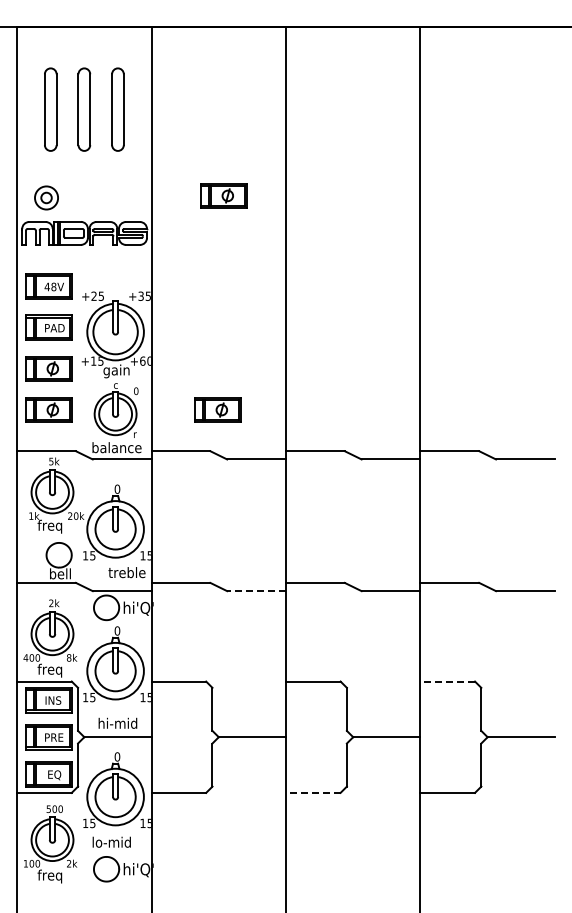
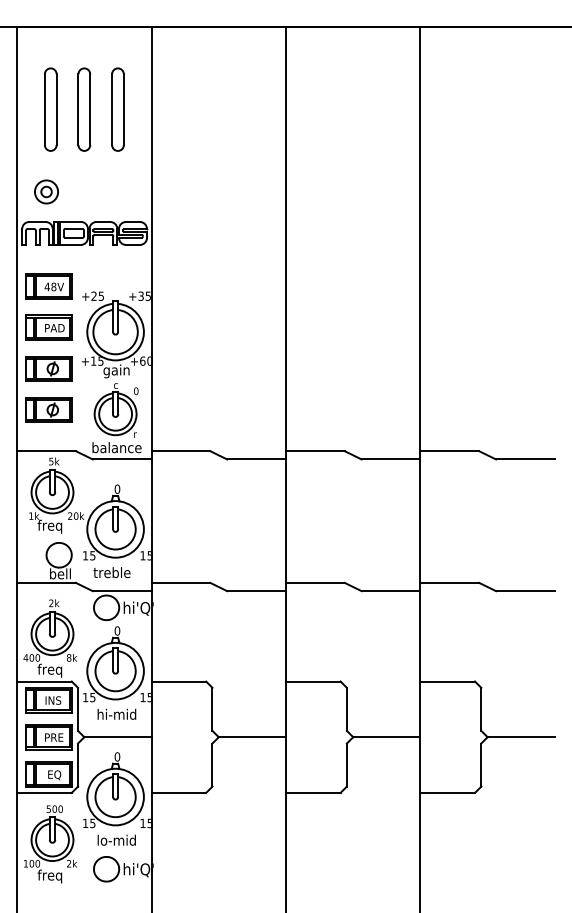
part at (223, 195): present -> none
part at (46, 197) position: (46, 197) -> (46, 191)
part at (217, 409): present -> none
text at (126, 572) position: (126, 572) -> (111, 572)
line at (256, 591): dashed -> solid
line at (447, 681): dashed -> solid
text at (117, 722) position: (117, 722) -> (116, 713)
line at (312, 792): dashed -> solid
text at (111, 841) position: (111, 841) -> (116, 839)
